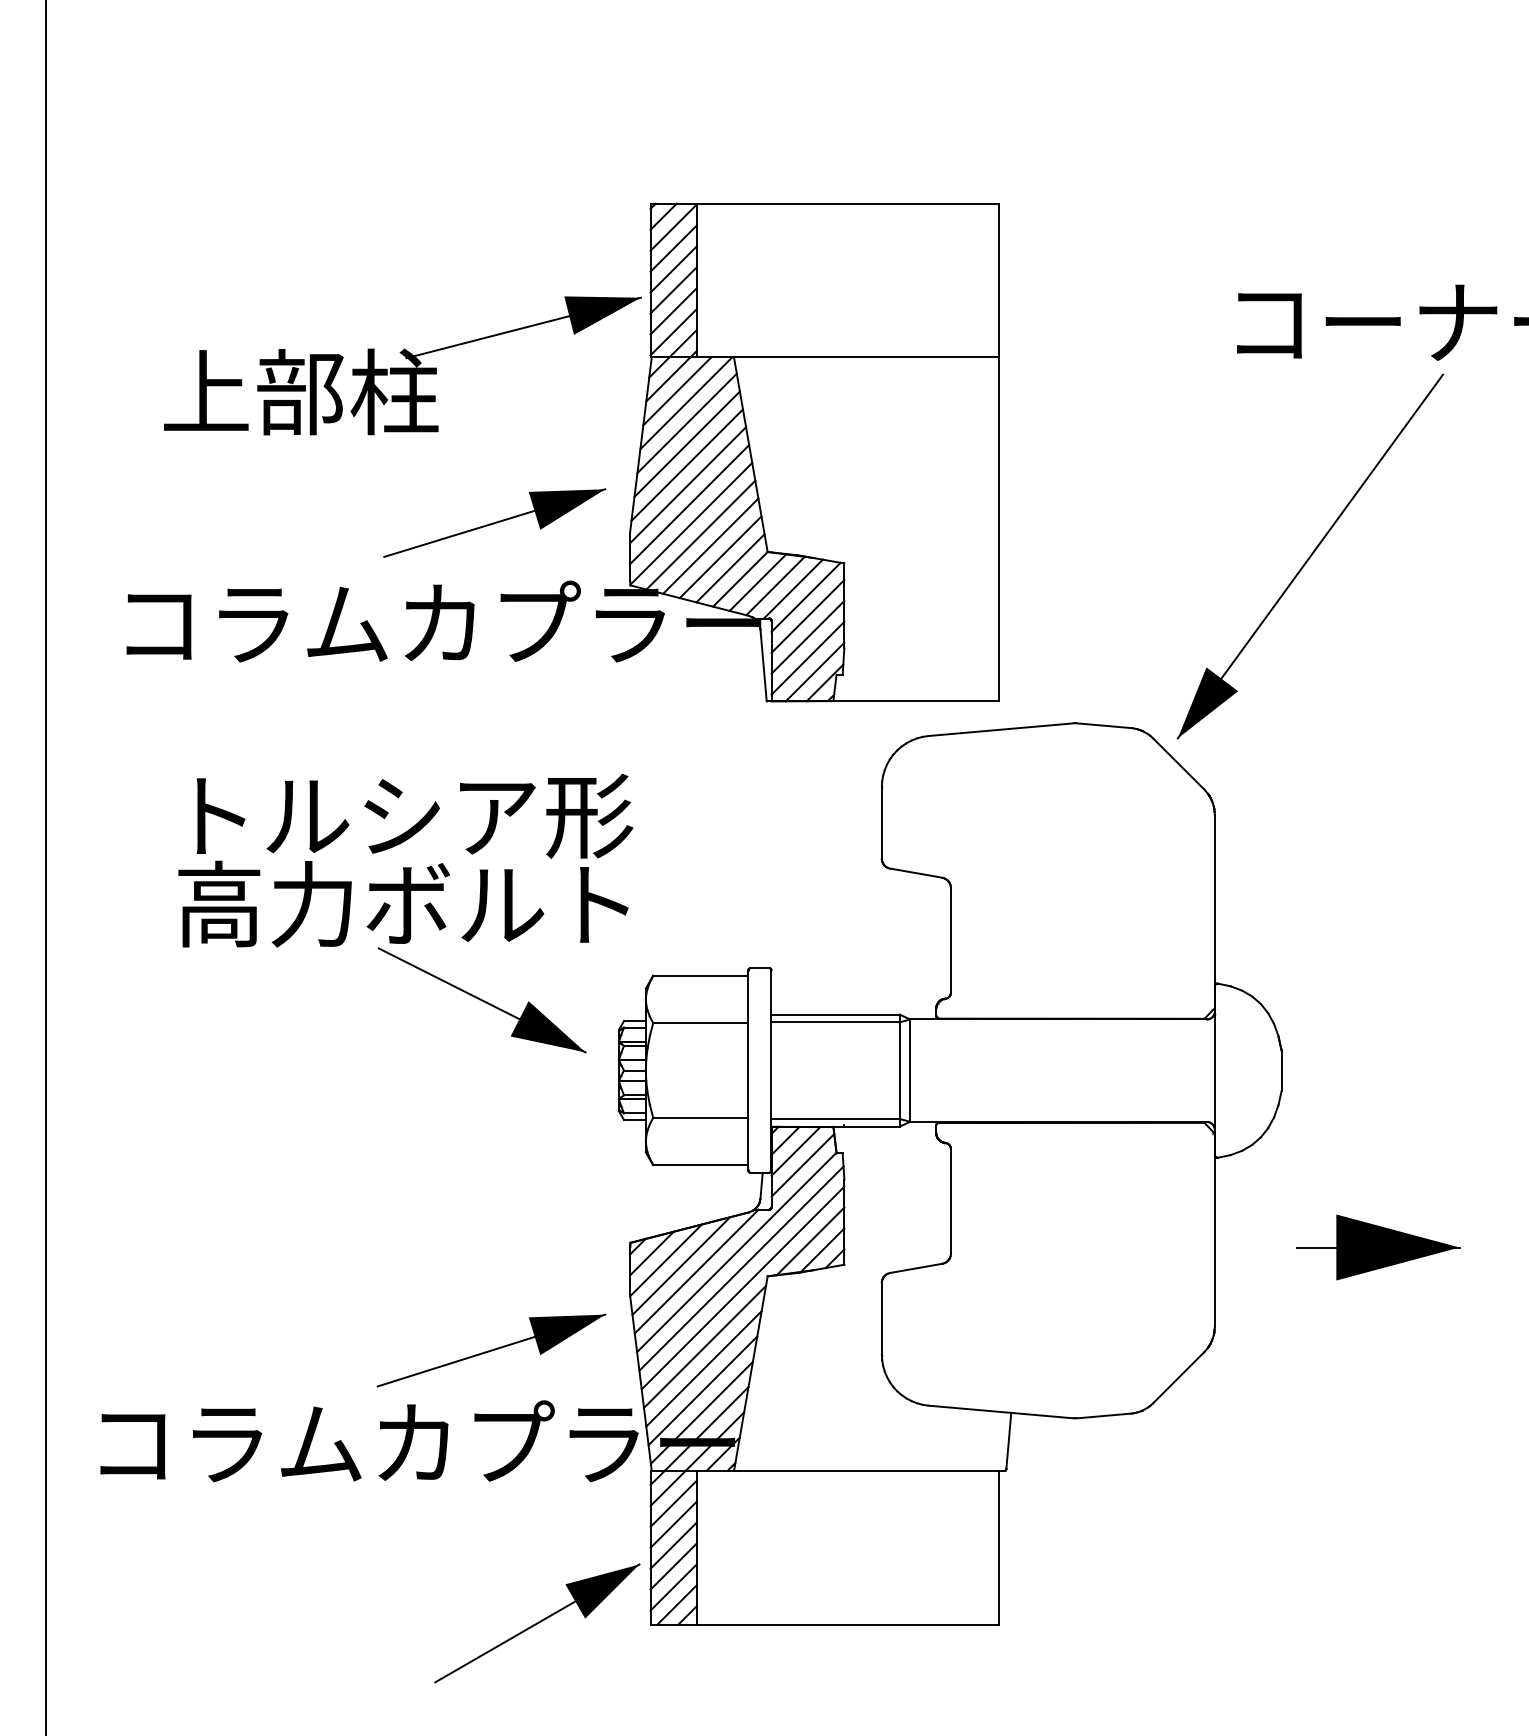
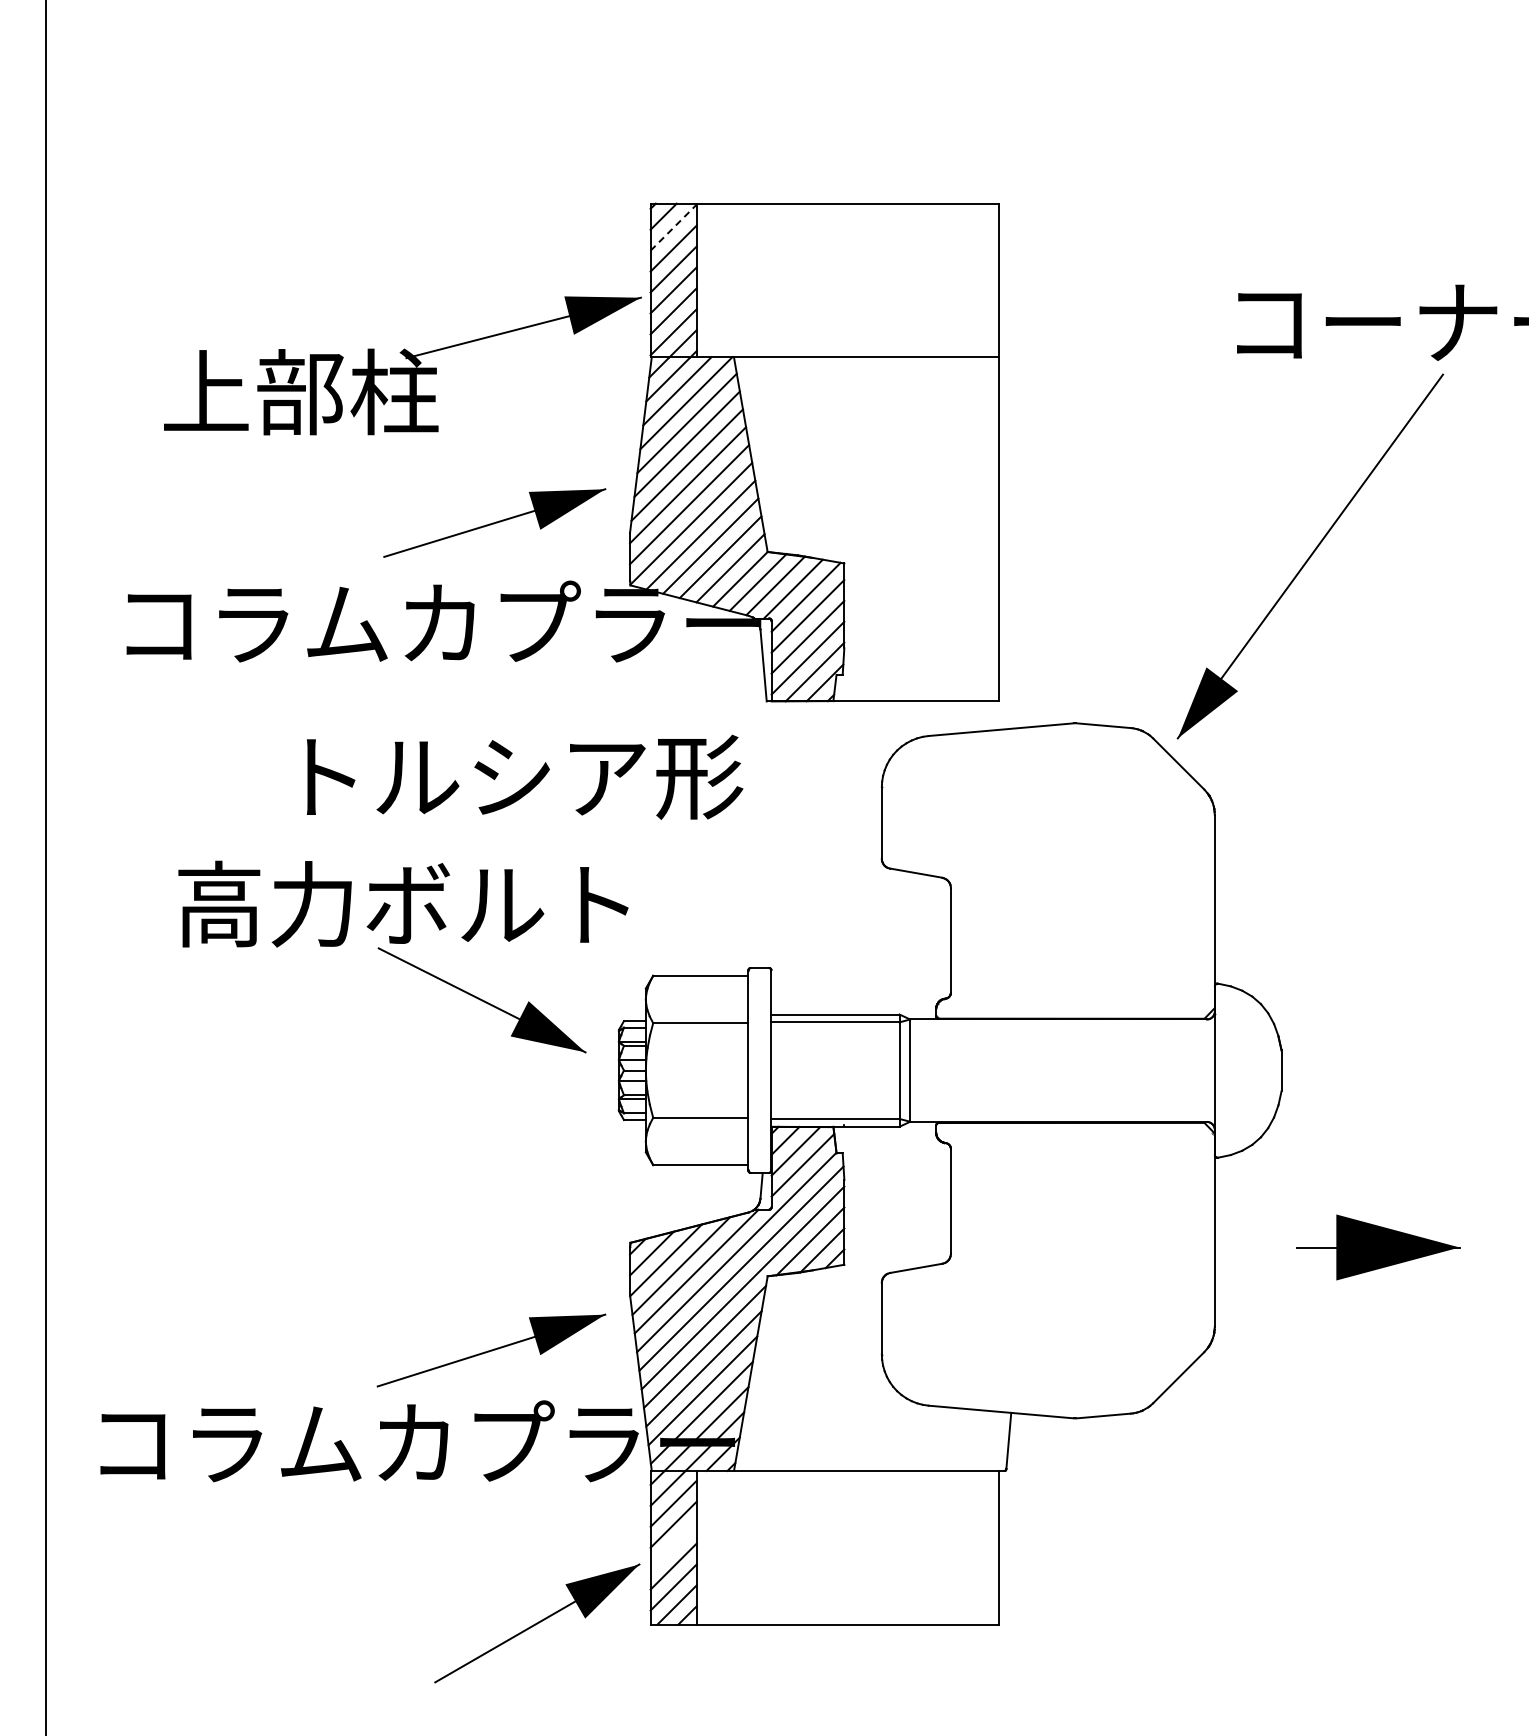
line at (673, 227): solid -> dashed
text at (415, 815) position: (415, 815) -> (525, 776)
line at (673, 1545): present -> none
